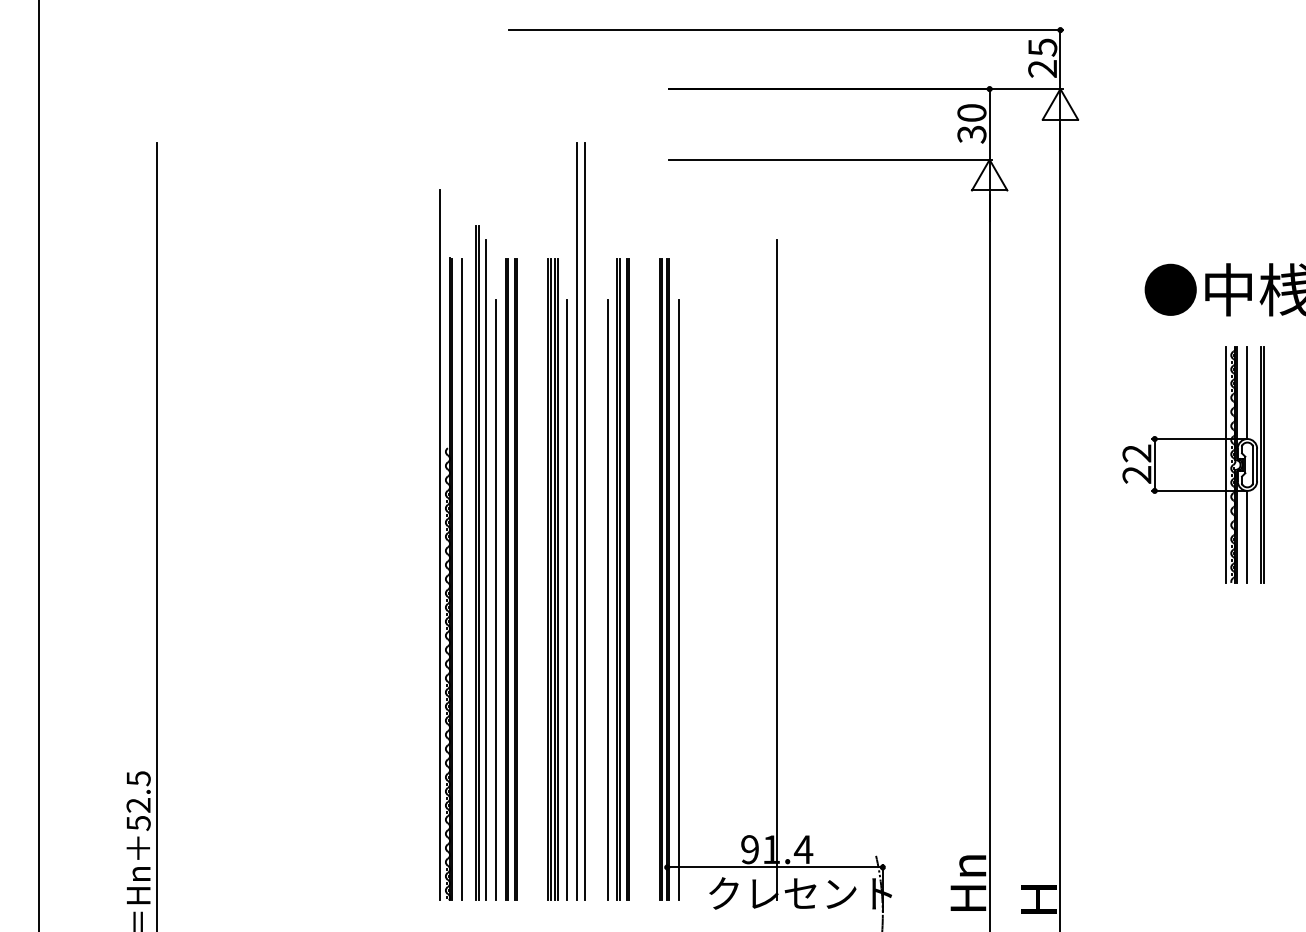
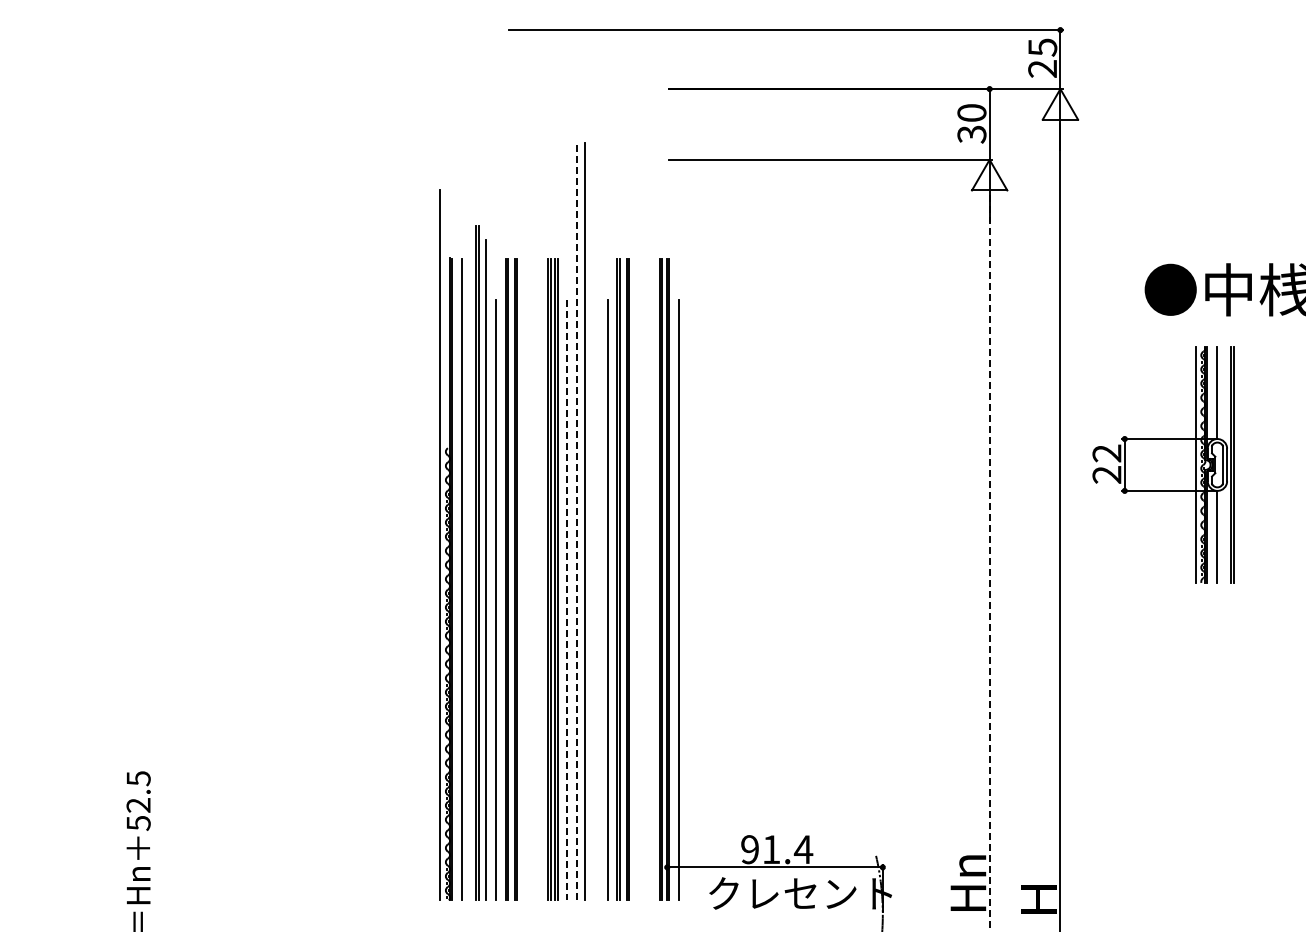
part at (1193, 464) position: (1193, 464) -> (1163, 464)
line at (39, 465): present -> none
line at (576, 521): solid -> dashed
line at (157, 535): present -> none
line at (989, 563): solid -> dashed
line at (777, 570): present -> none
line at (567, 600): solid -> dashed
